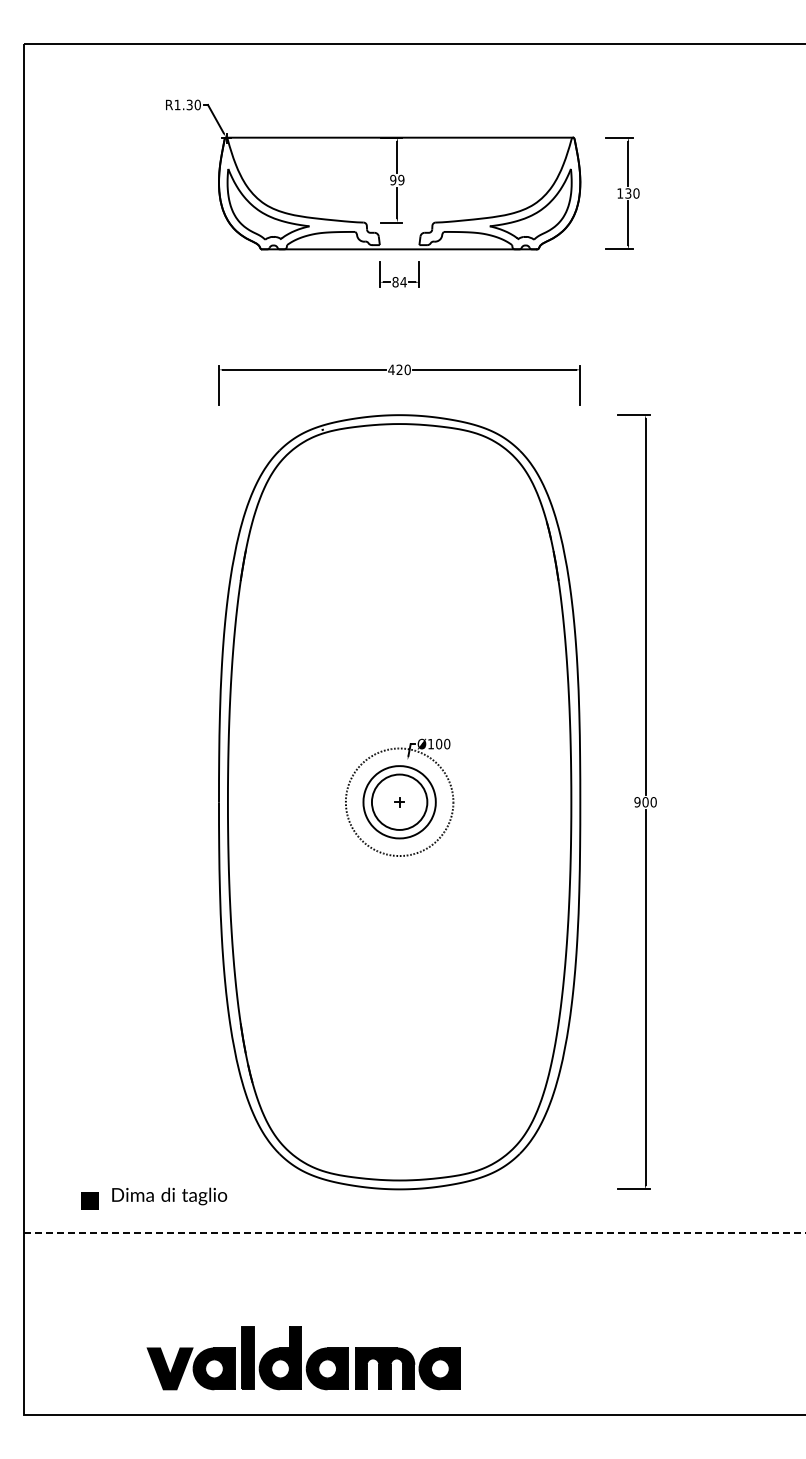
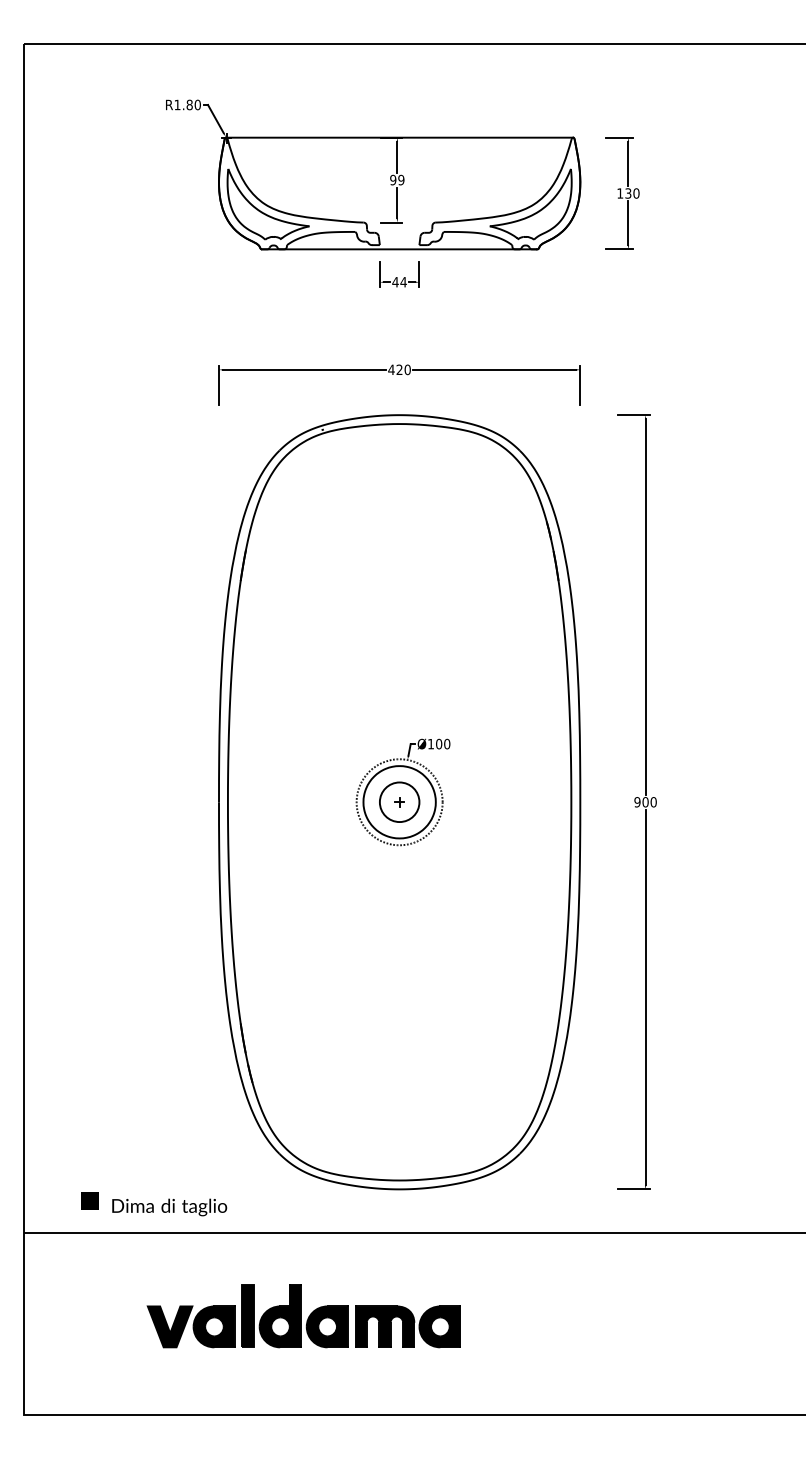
text at (189, 104): R1.30 -> R1.80
text at (395, 282): 84 -> 44
circle at (399, 801) diameter: 55 px -> 40 px
circle at (399, 802) diameter: 108 px -> 86 px
text at (169, 1196) position: (169, 1196) -> (169, 1207)
line at (415, 1232): dashed -> solid
part at (303, 1358) position: (303, 1358) -> (303, 1316)
